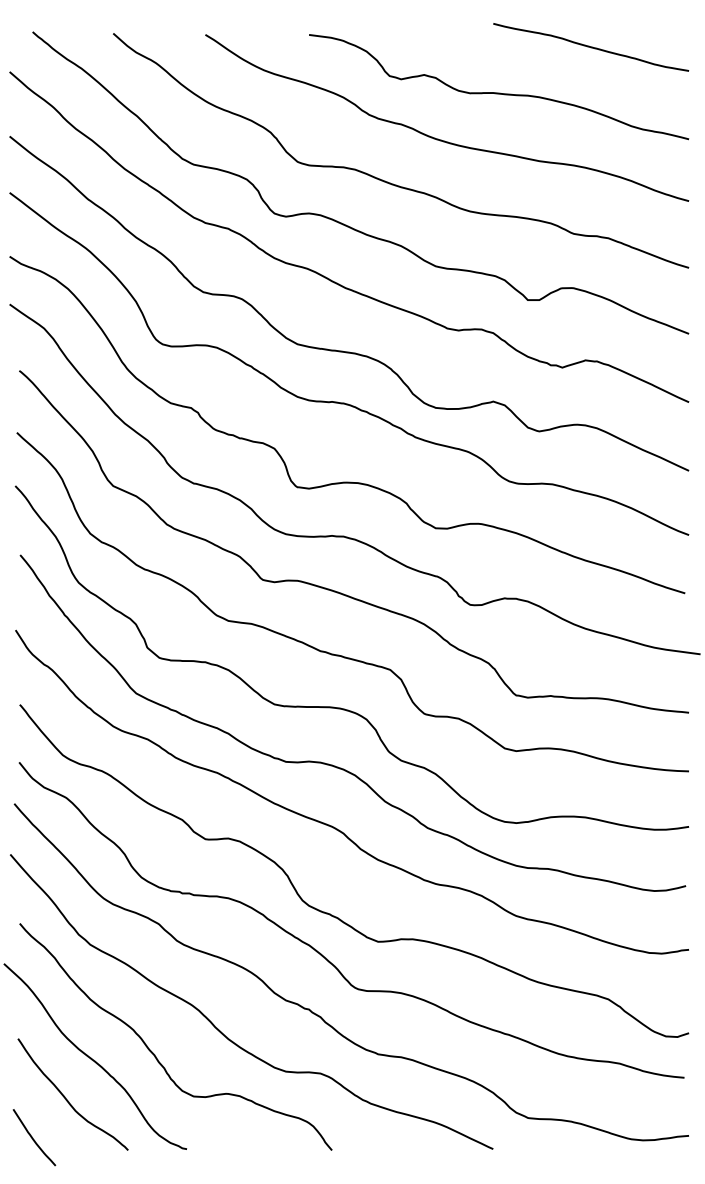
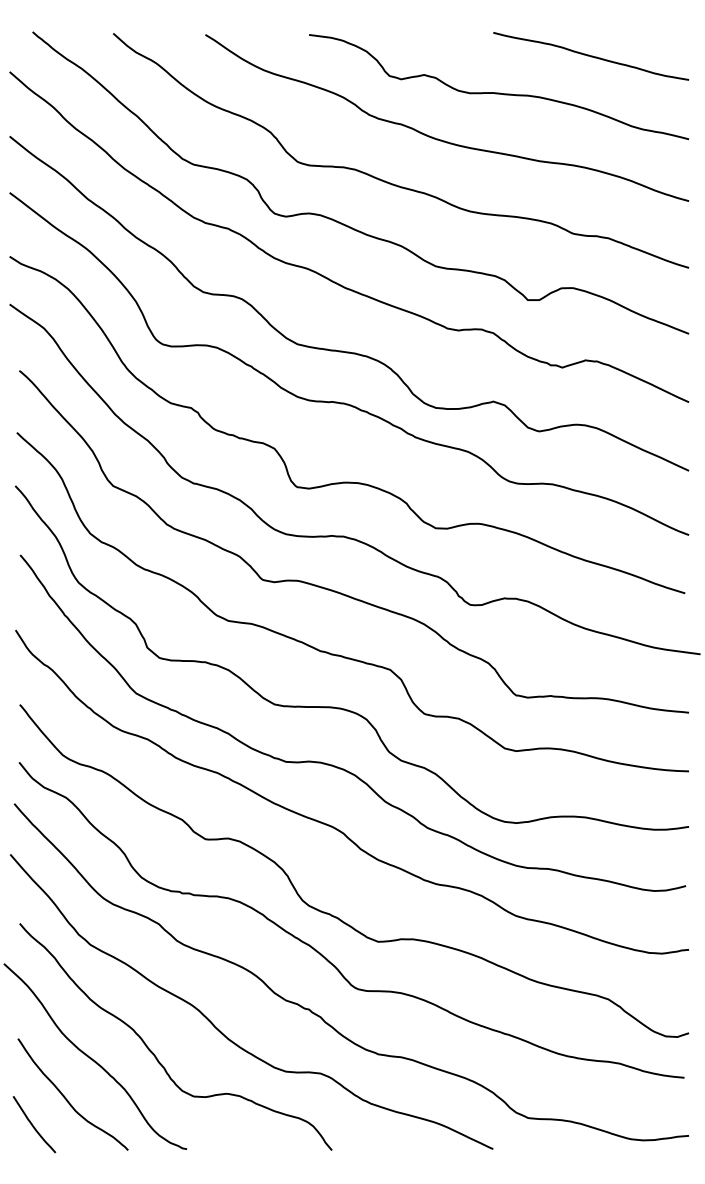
curve at (591, 47) position: (591, 47) -> (591, 56)
curve at (33, 1138) position: (33, 1138) -> (33, 1125)
